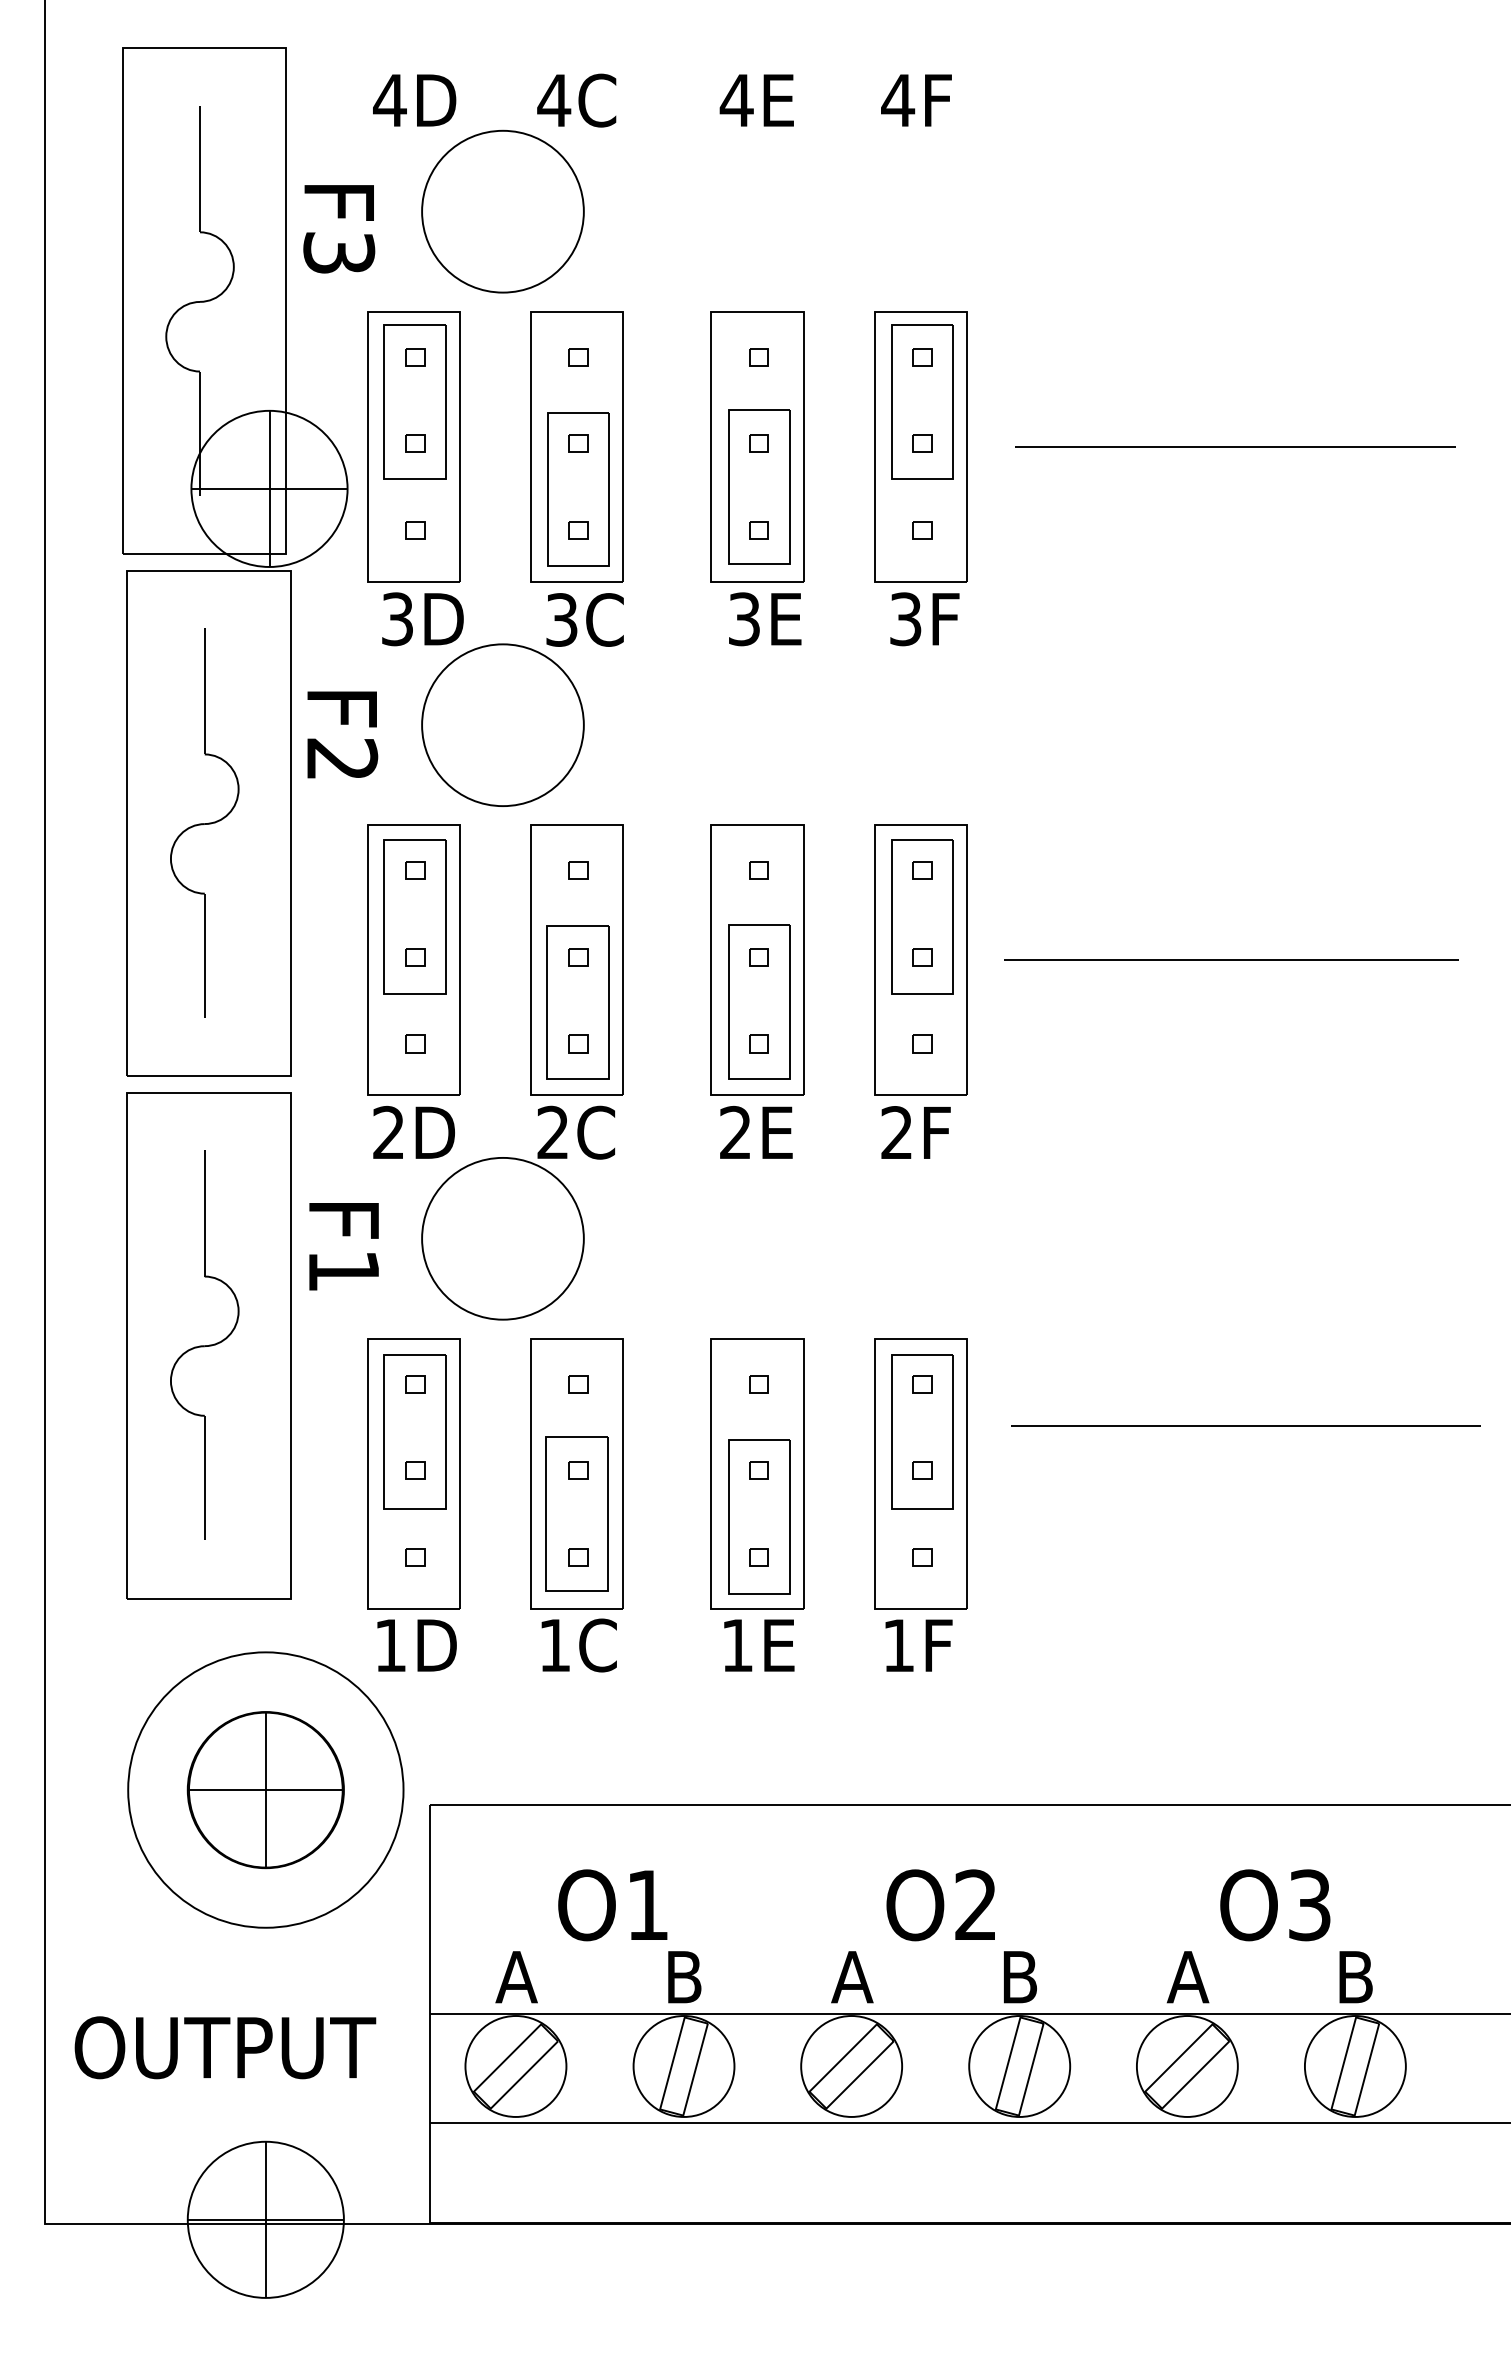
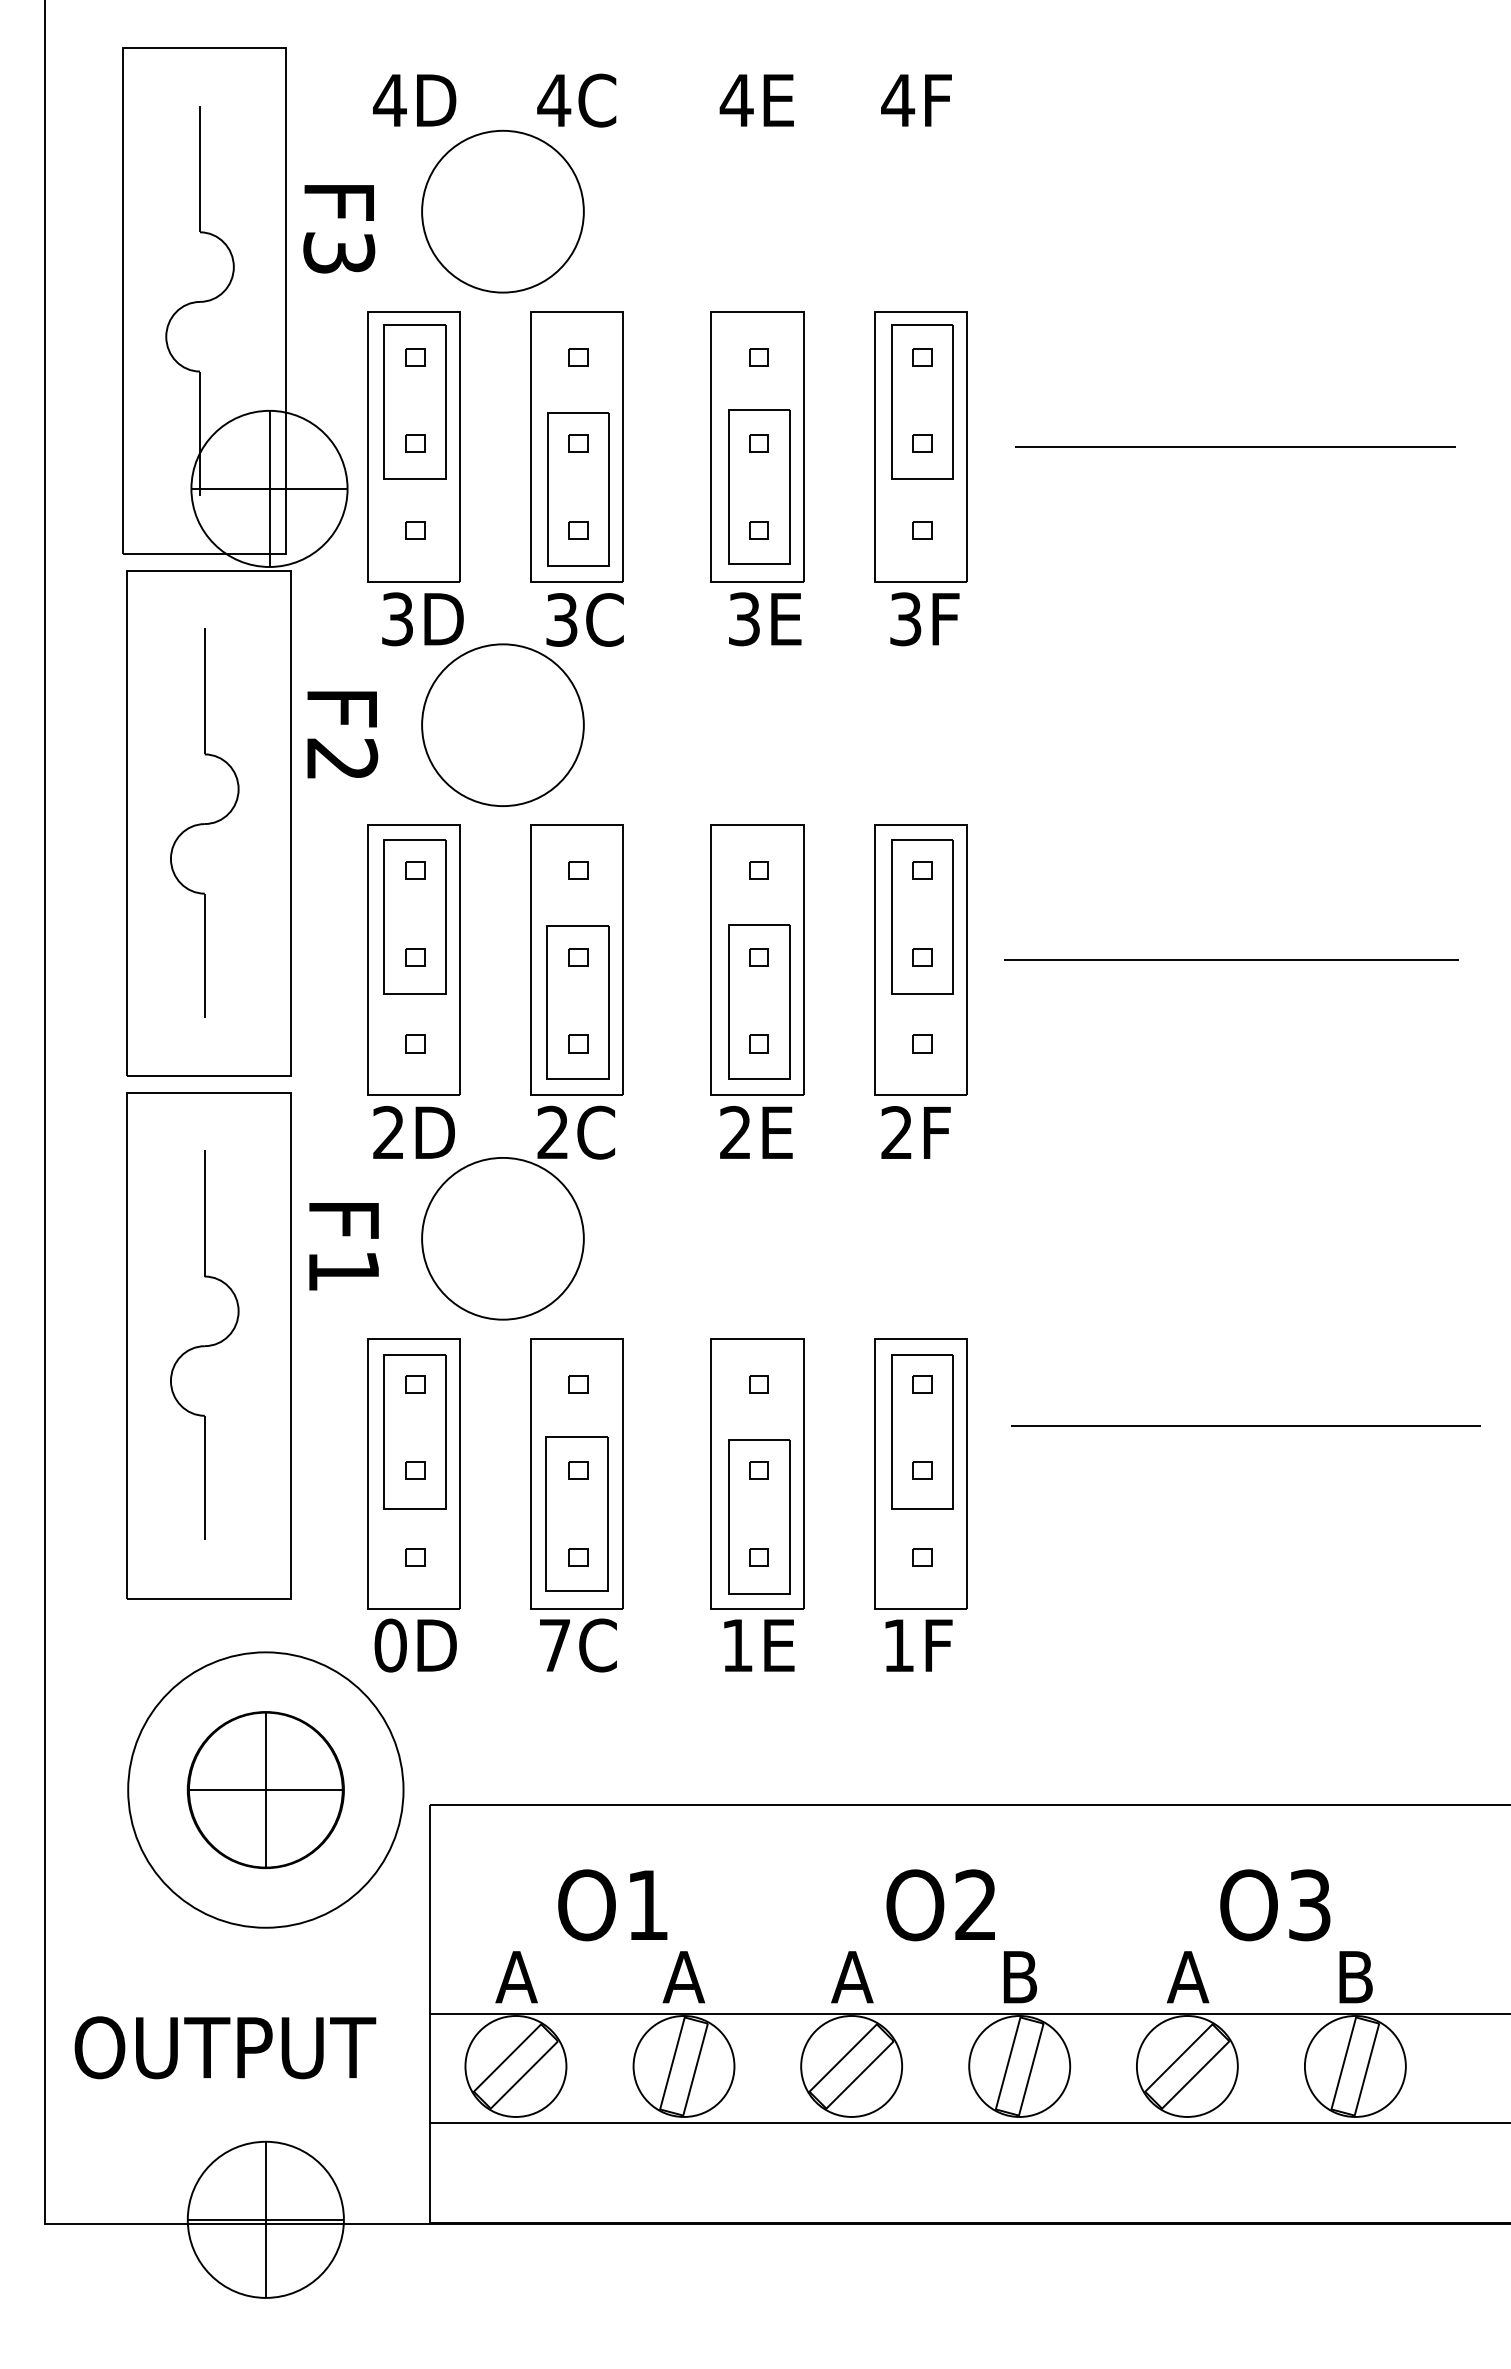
text at (390, 1645): 1D -> 0D
text at (554, 1645): 1C -> 7C
text at (683, 1977): B -> A
